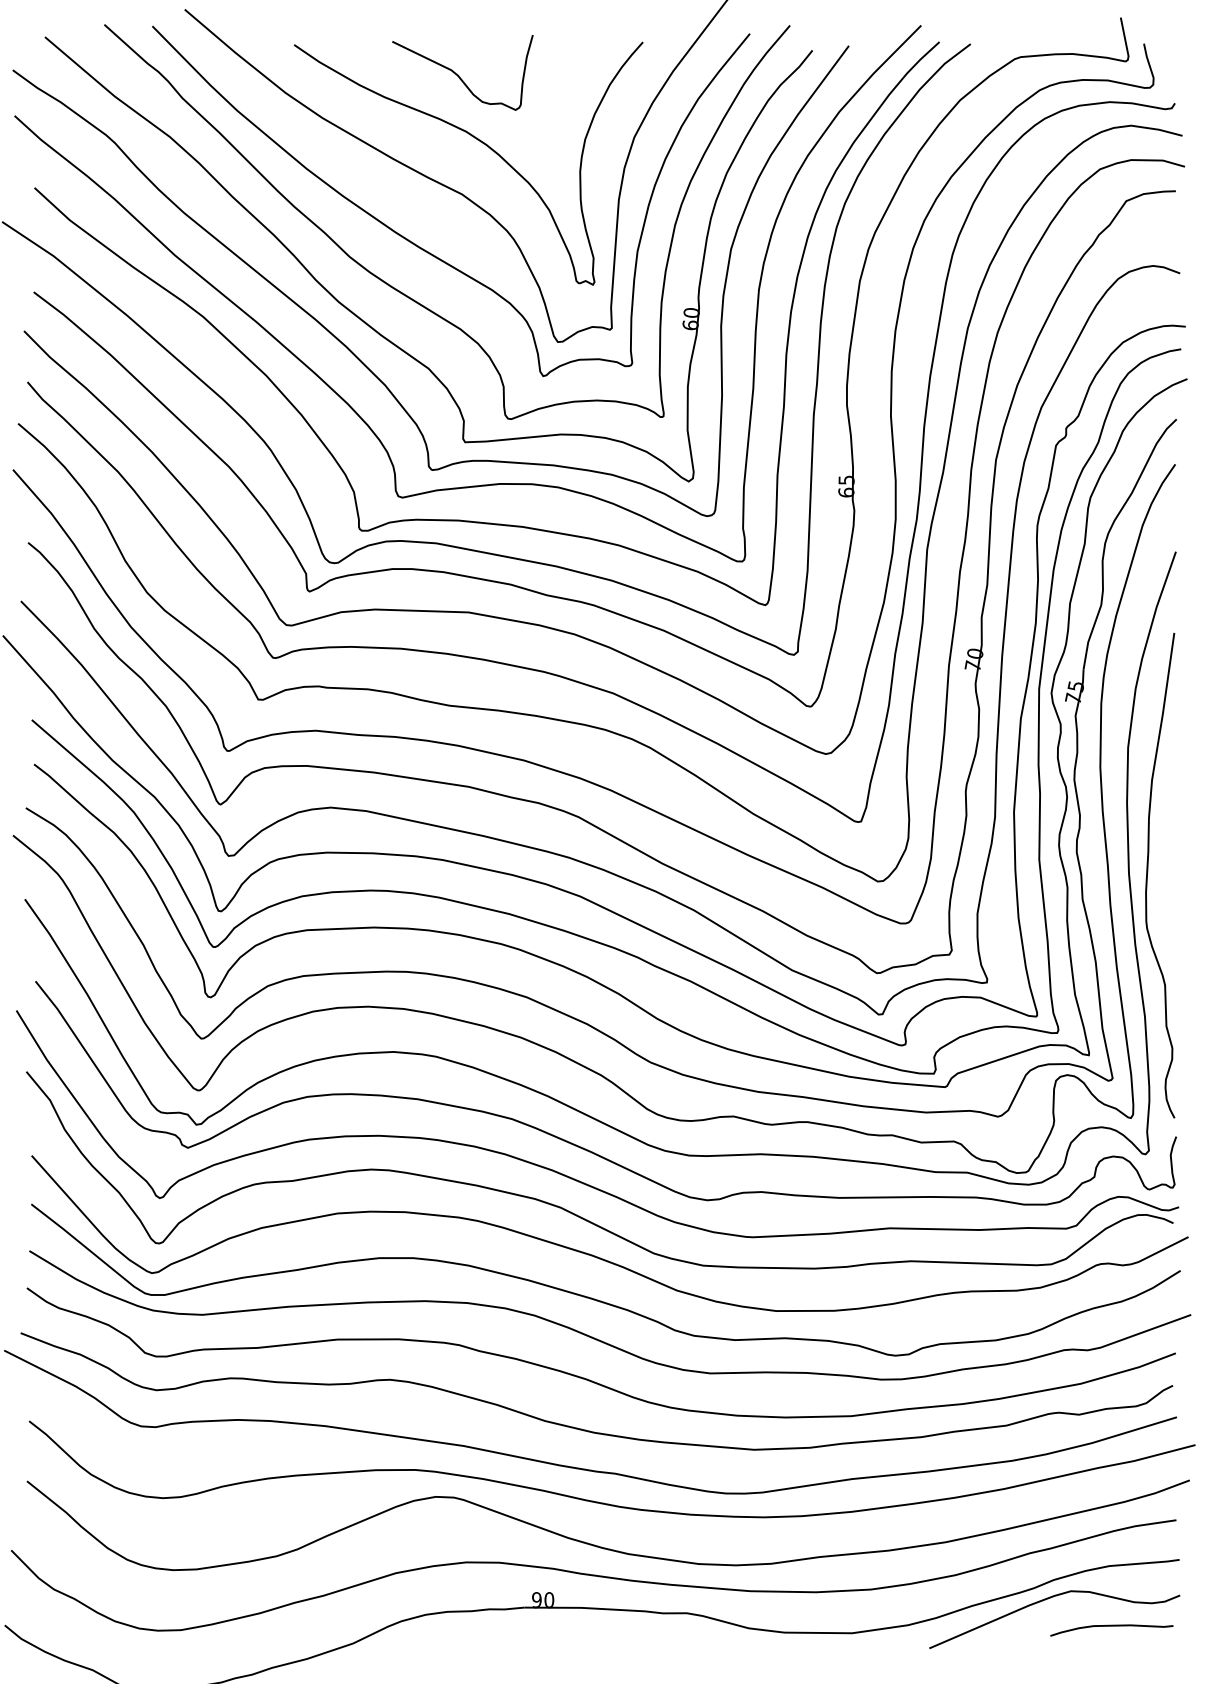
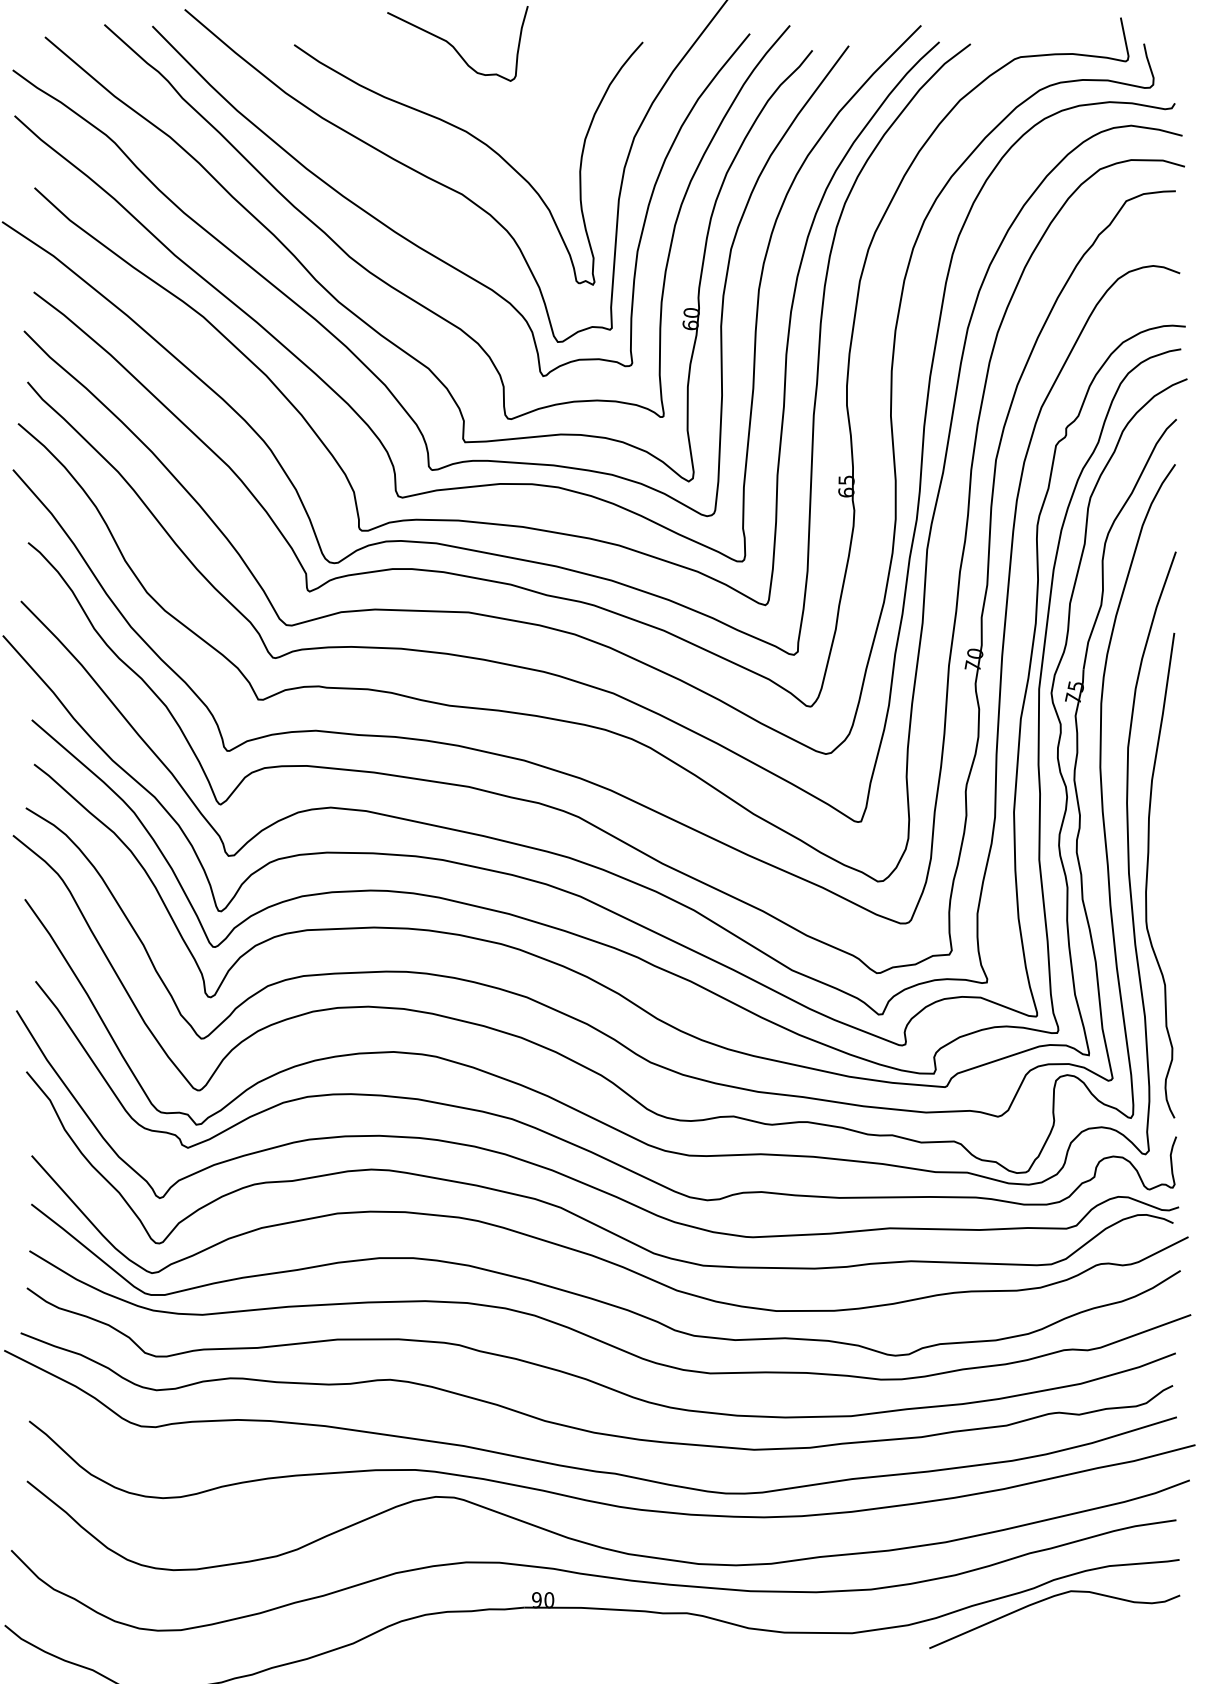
curve at (459, 75) position: (459, 75) -> (454, 46)
curve at (1111, 1626): present -> none
